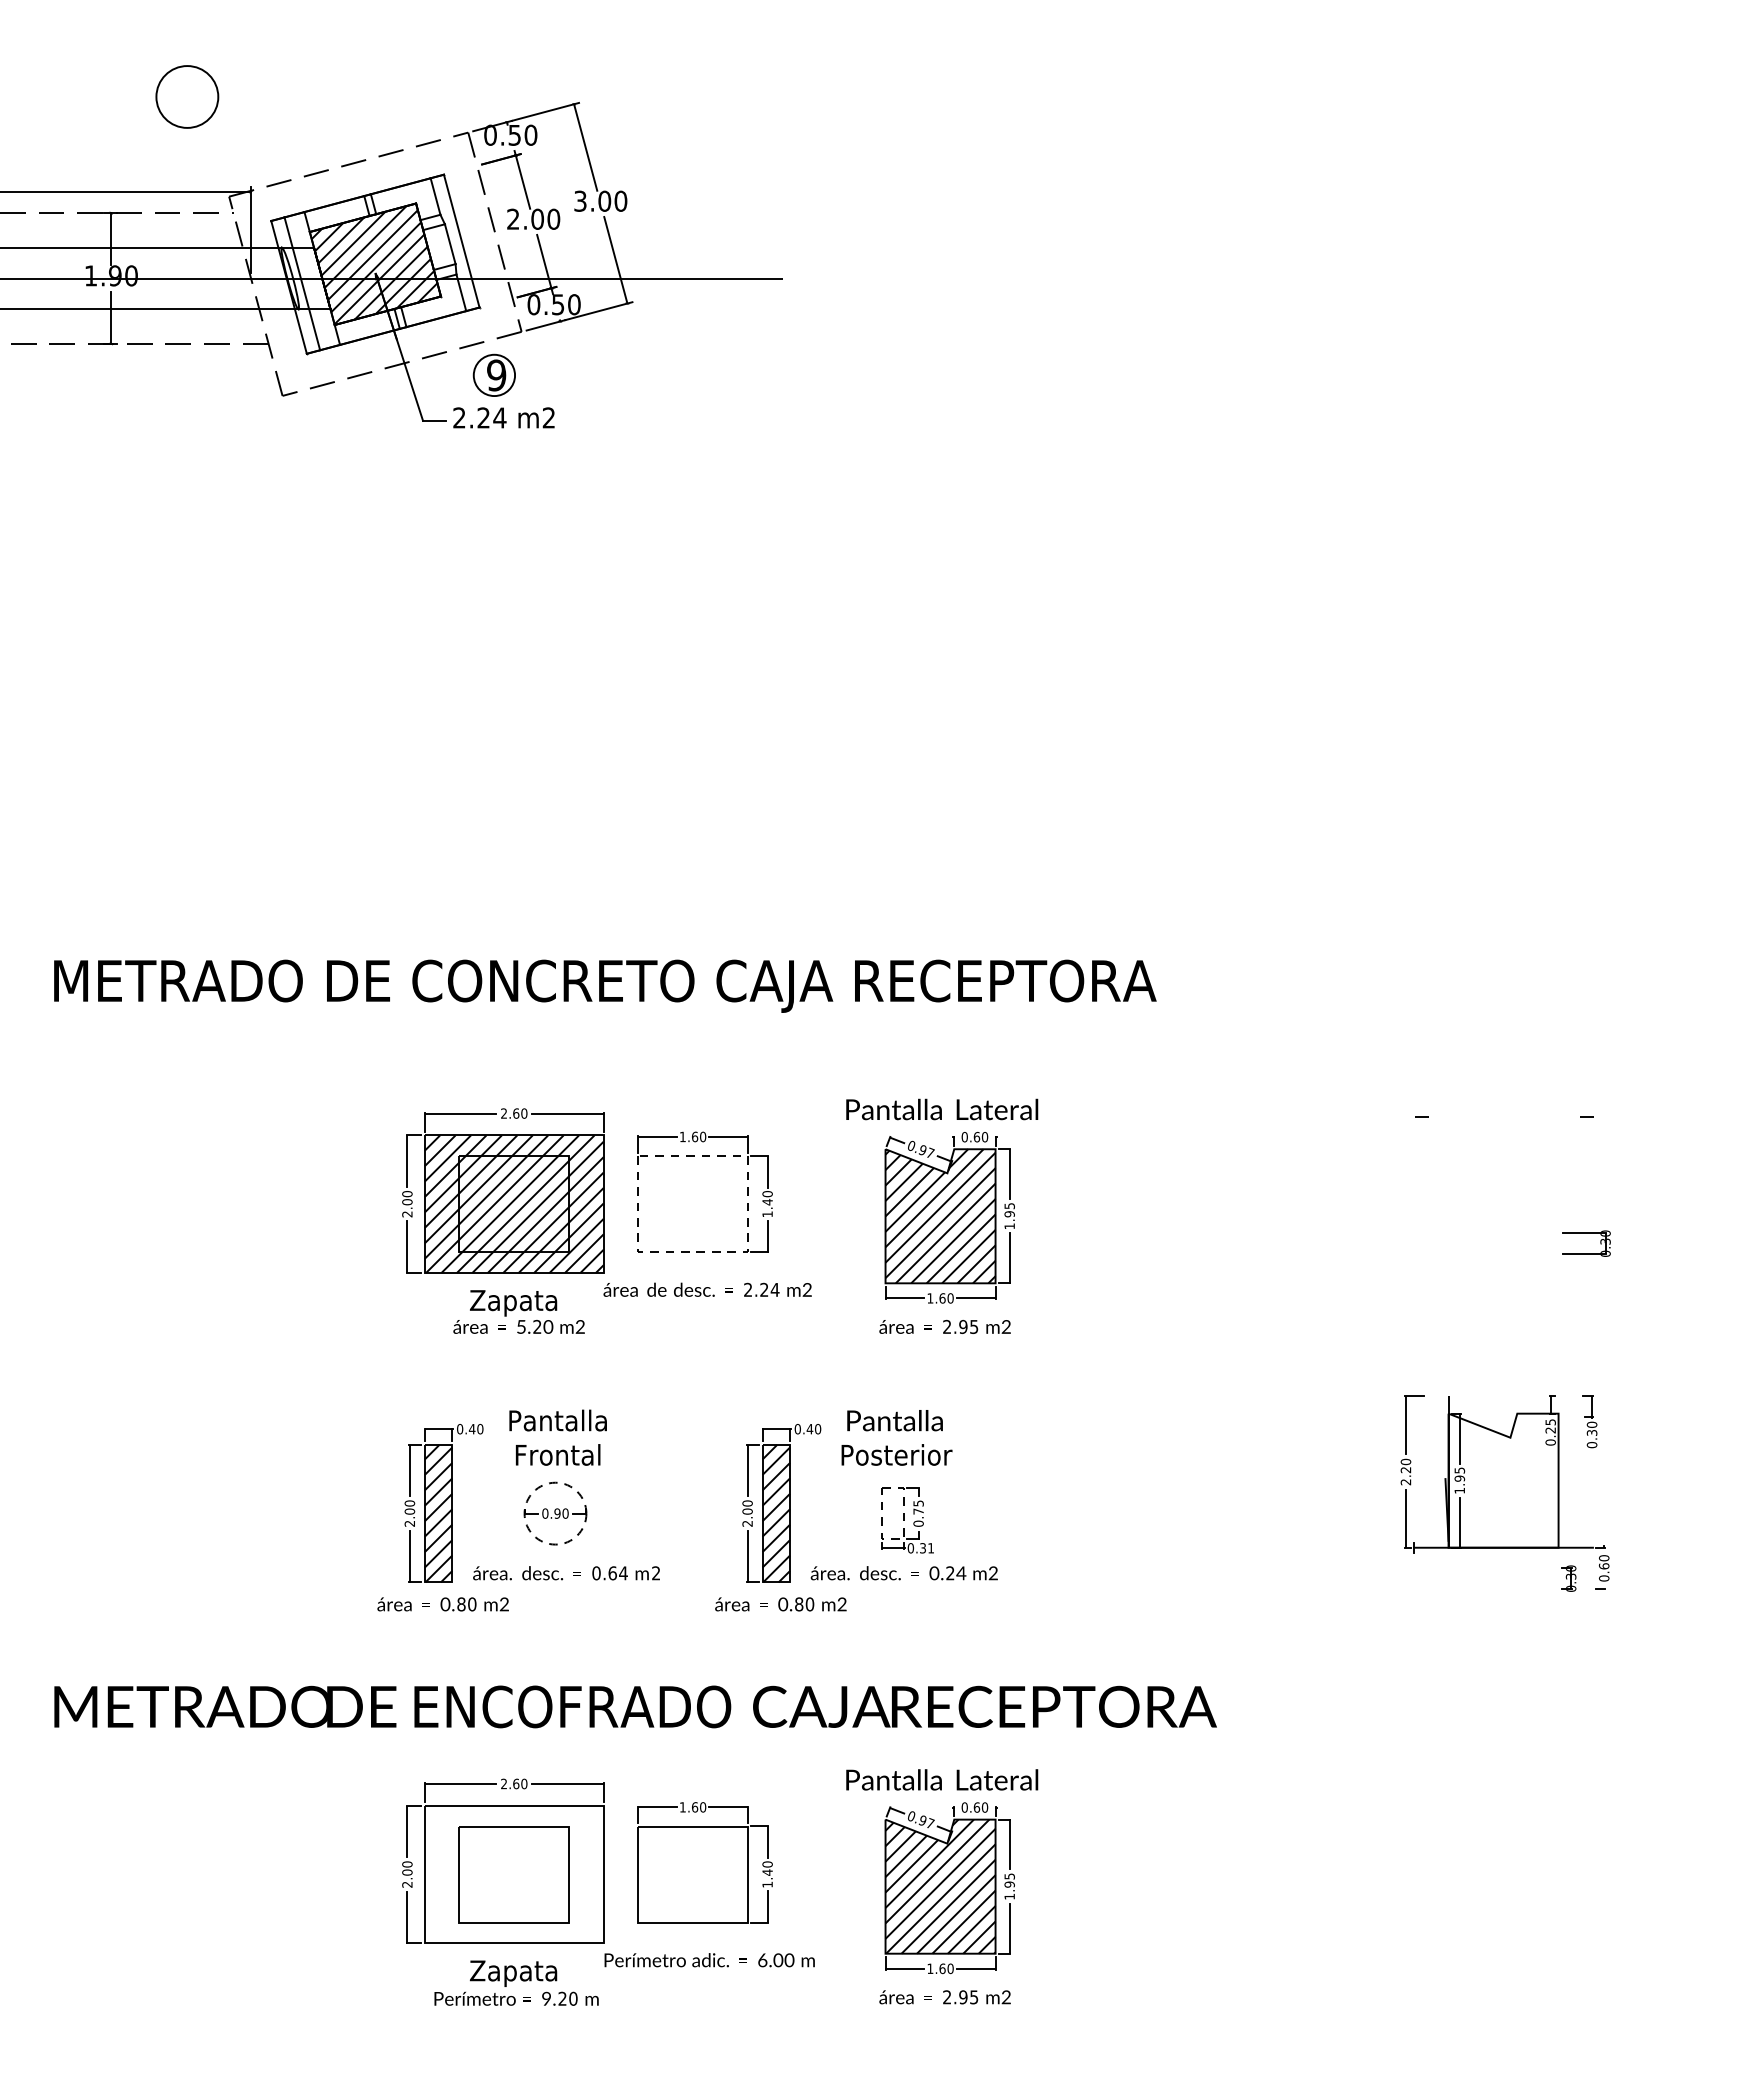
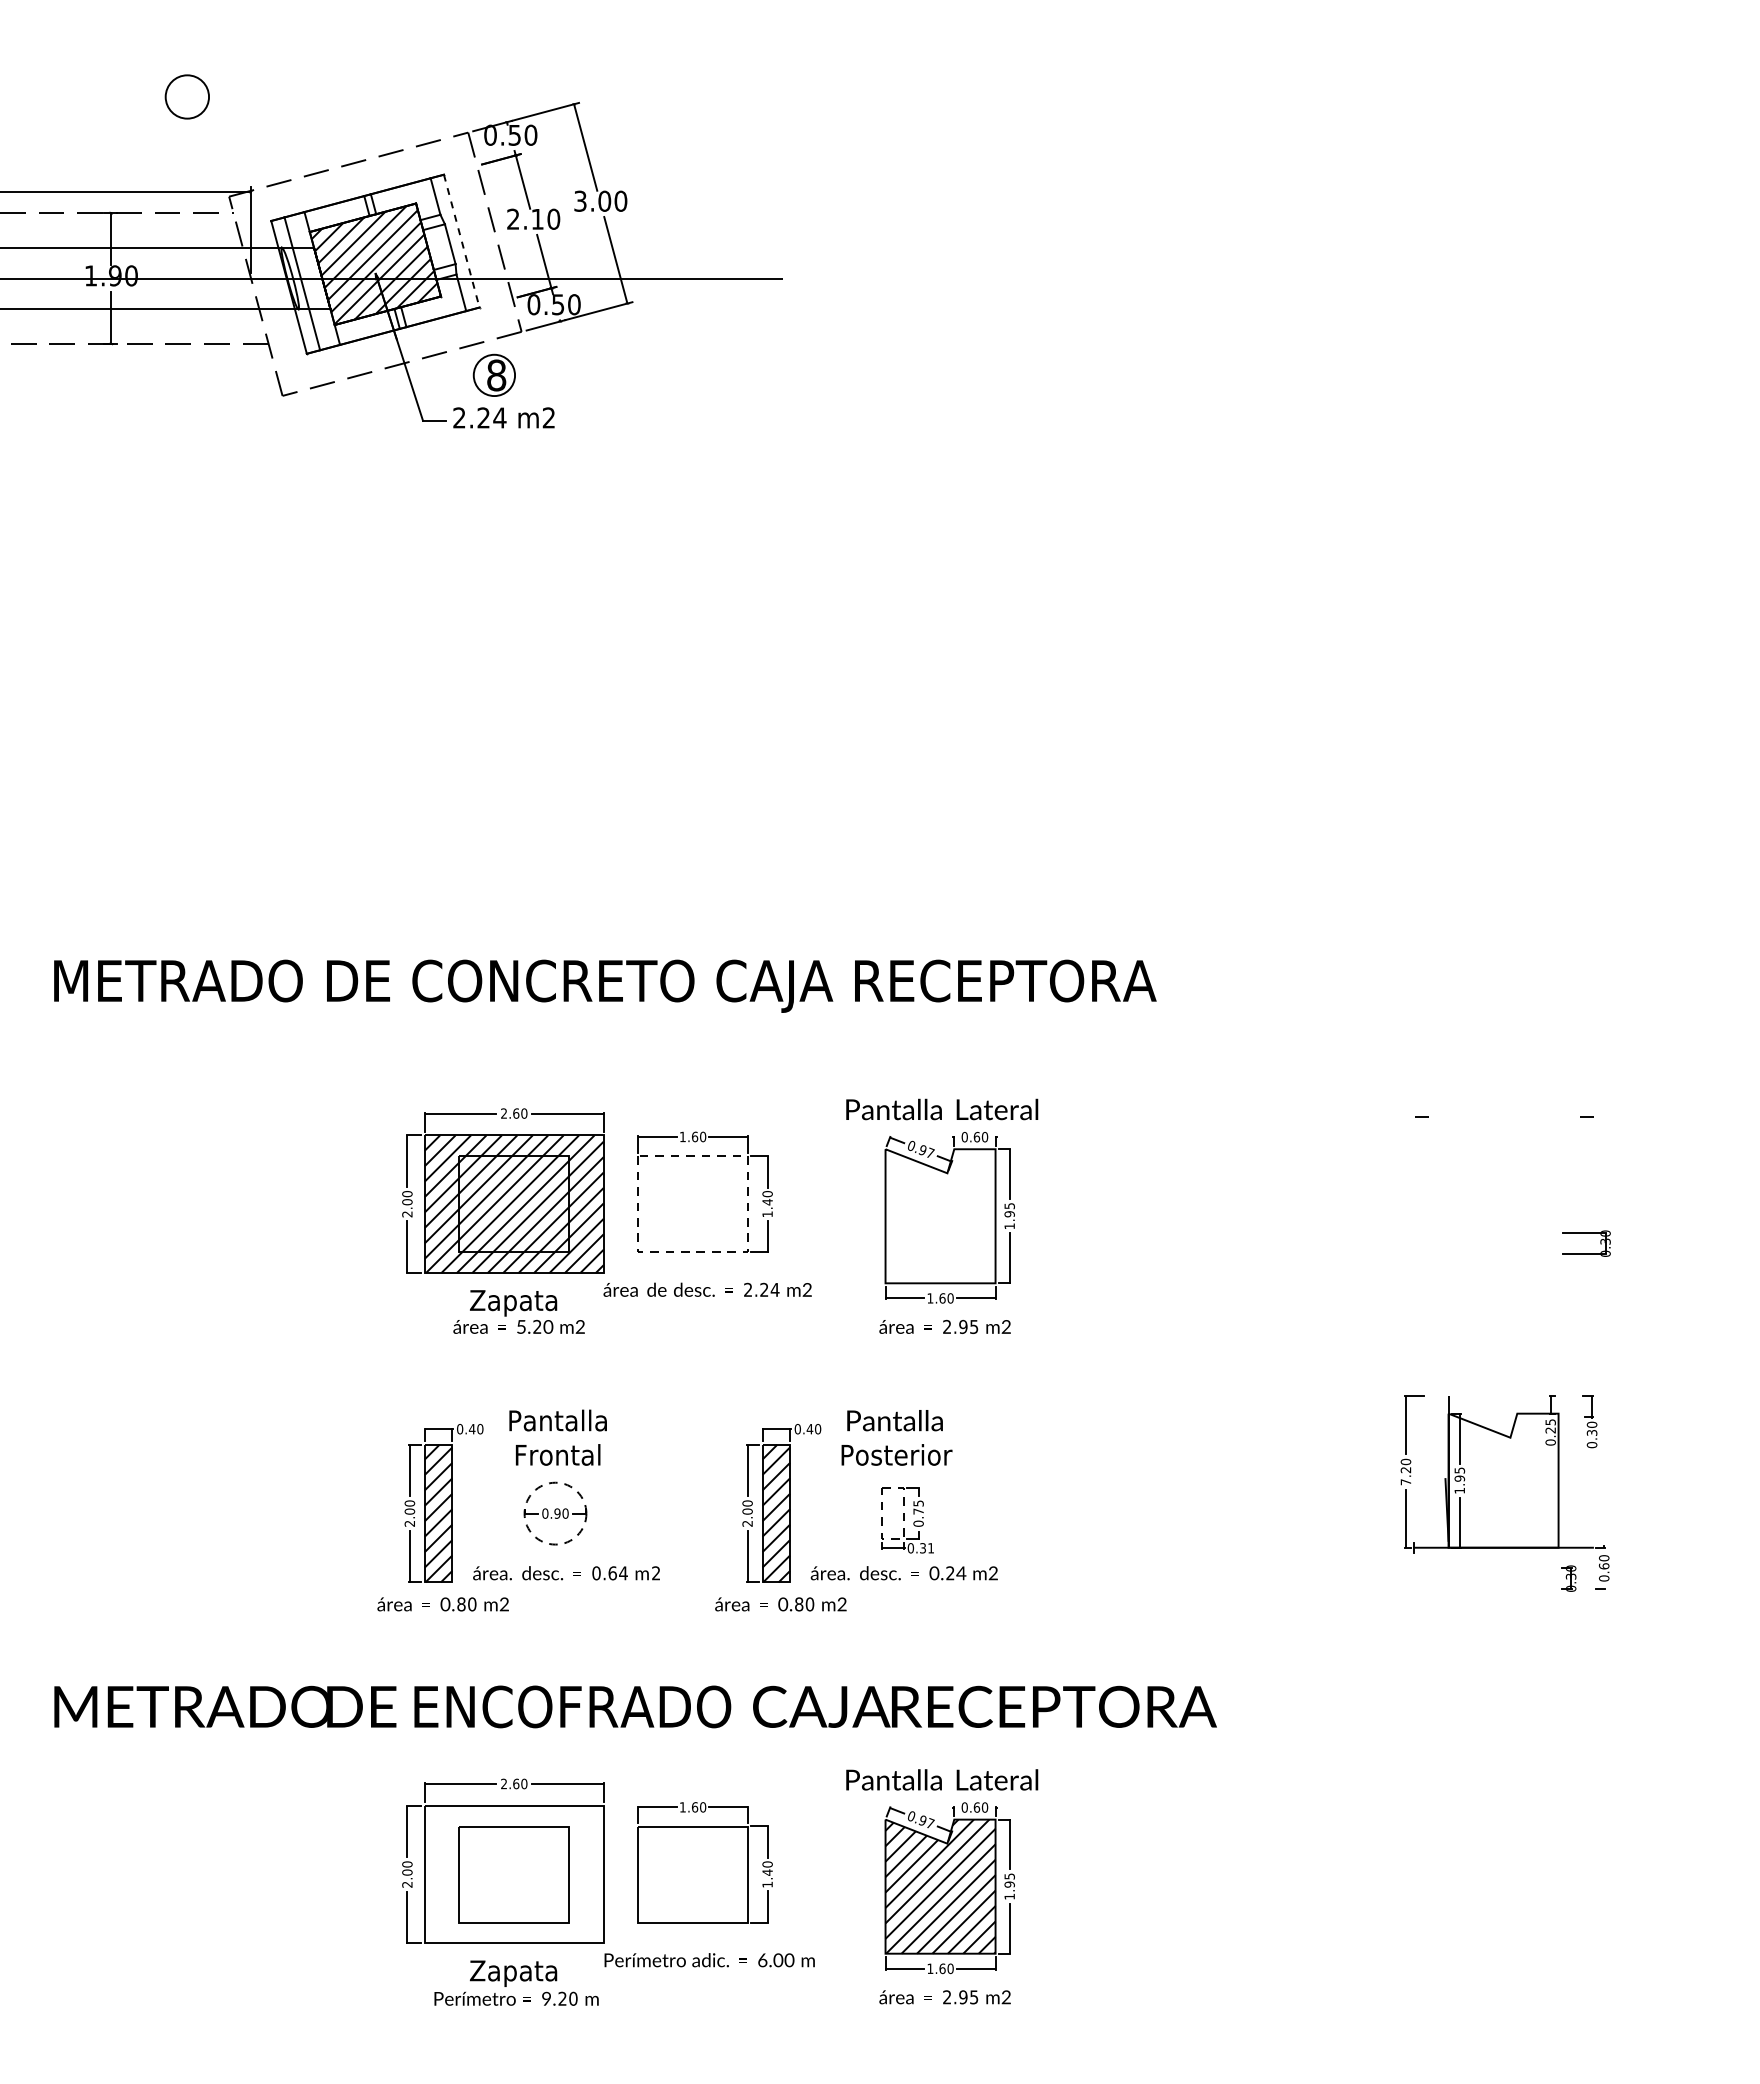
circle at (187, 96) diameter: 62 px -> 43 px
text at (537, 218): 2.00 -> 2.10
line at (461, 241): solid -> dashed
text at (496, 375): 9 -> 8
hatch at (940, 1216): present -> none
text at (1405, 1482): 2.20 -> 7.20
